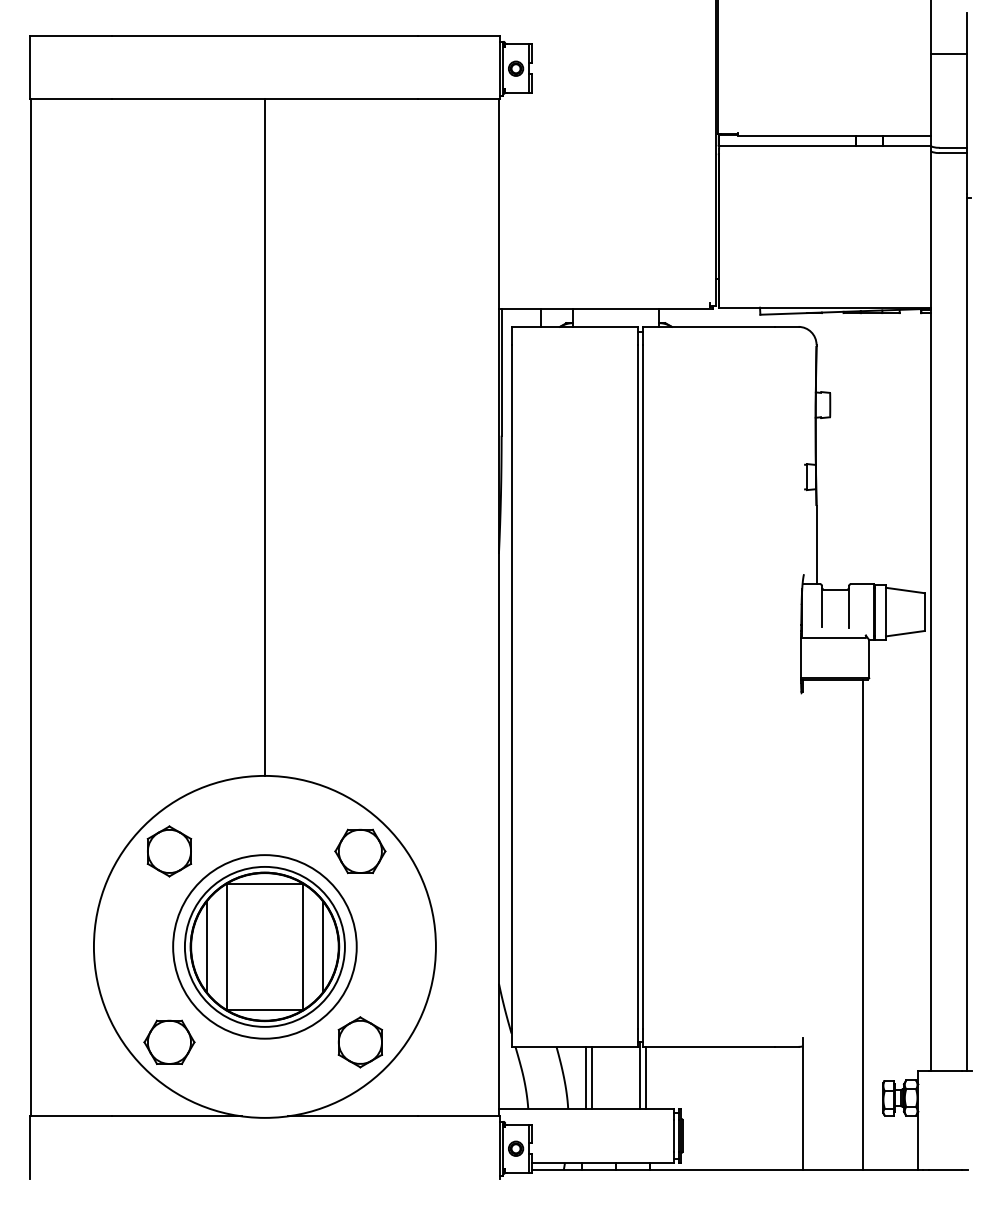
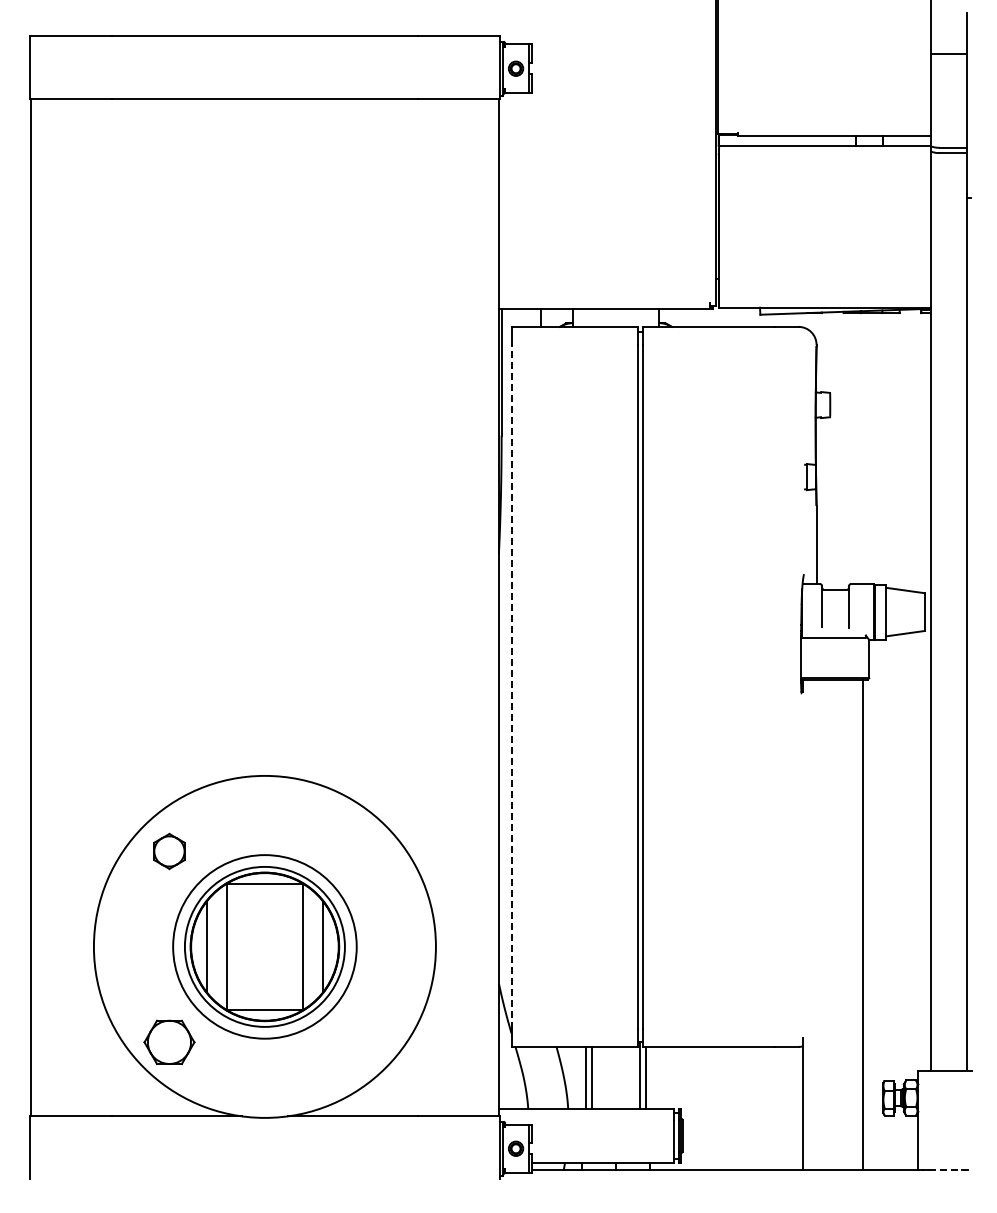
line at (264, 437): present -> none
line at (511, 686): solid -> dashed
part at (169, 851) size: 47x53 px -> 33x39 px
part at (360, 851): present -> none
part at (359, 1042): present -> none
line at (945, 1170): solid -> dashed
